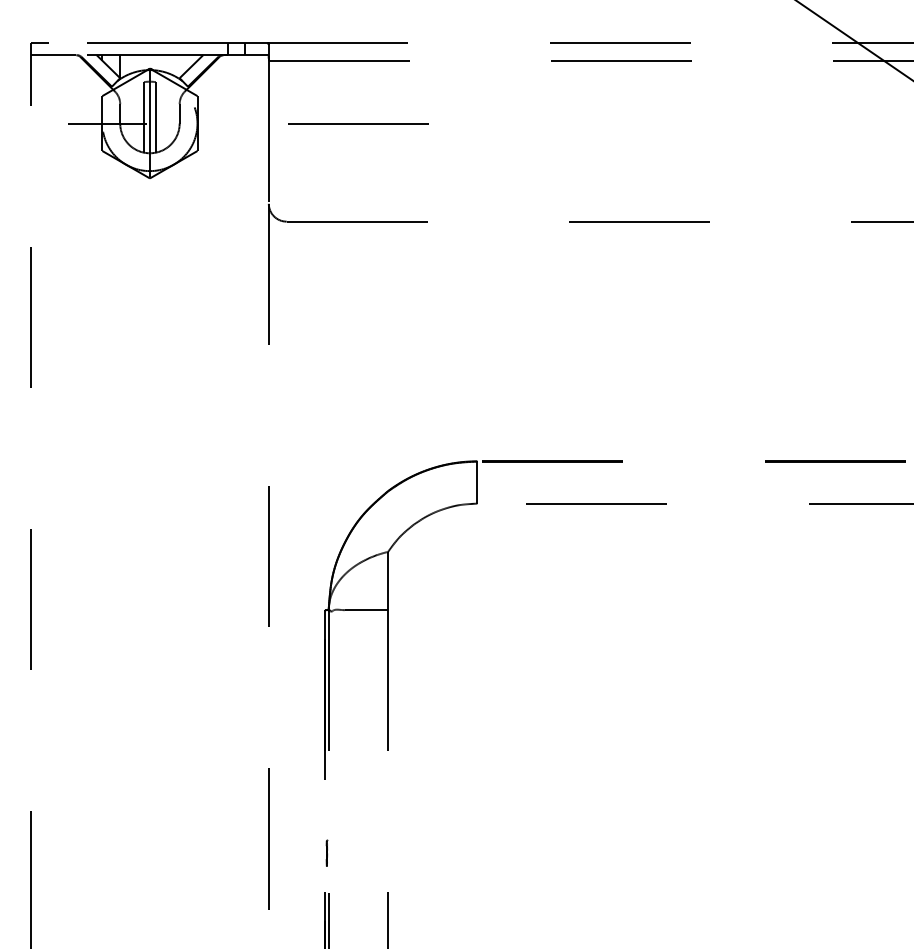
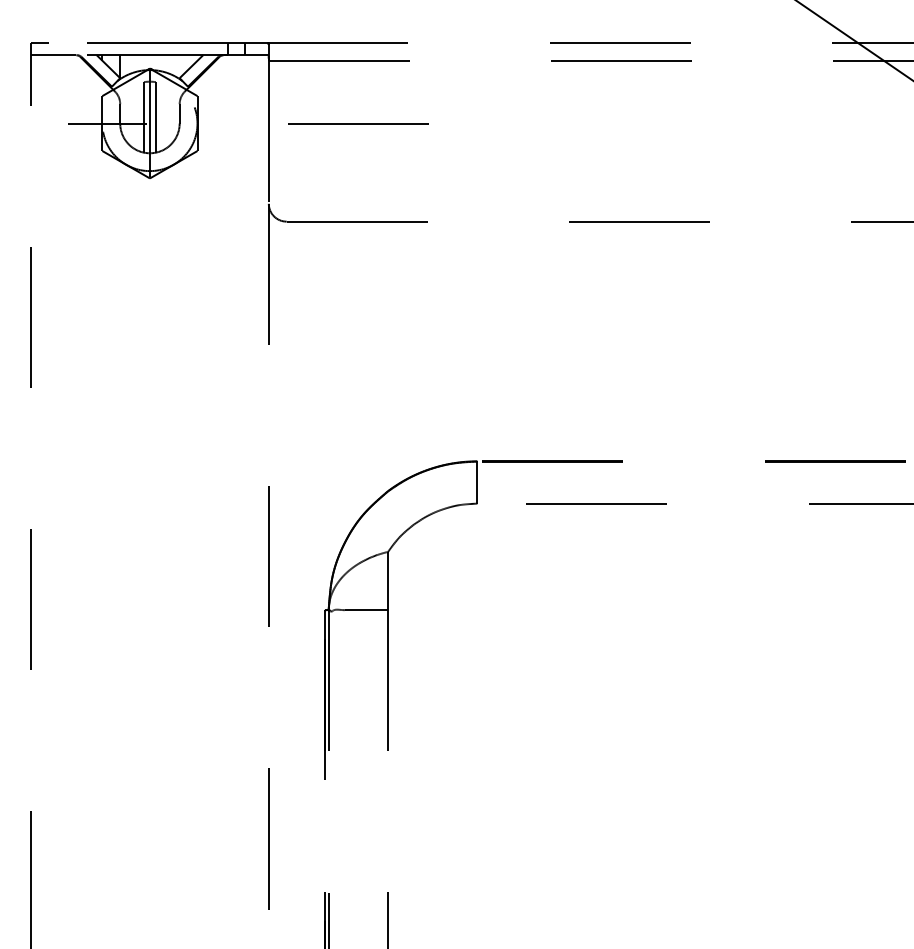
part at (326, 852): present -> none
